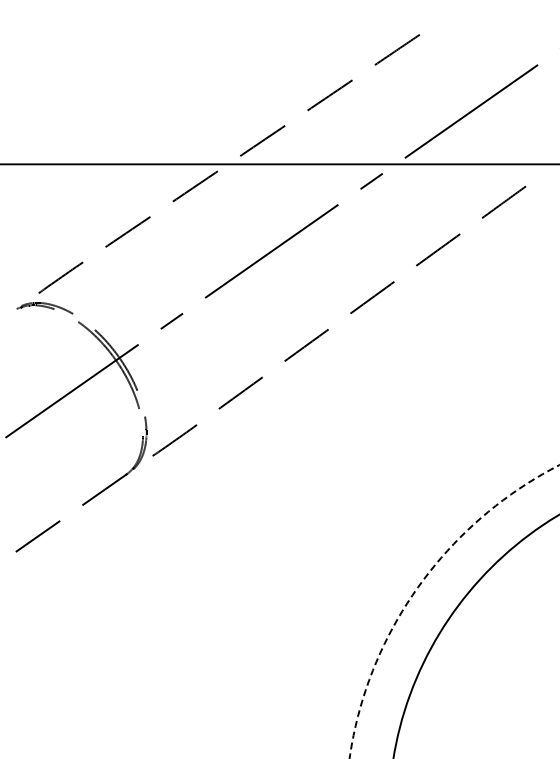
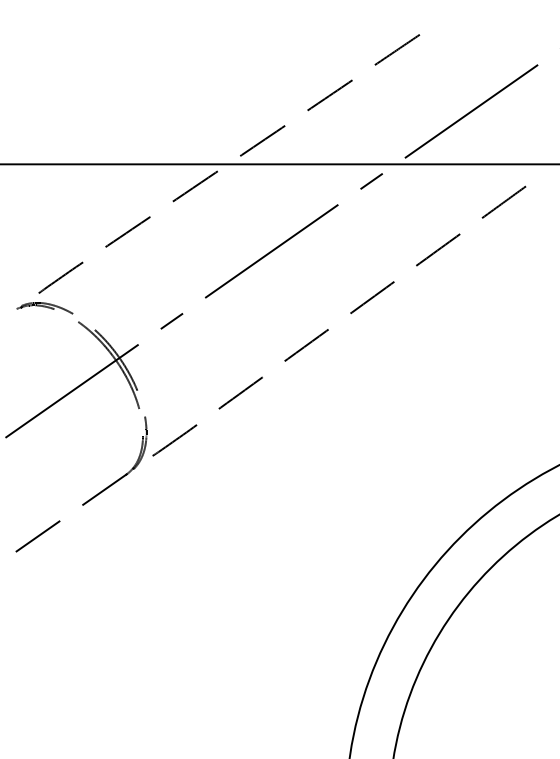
circle at (454, 611): dashed -> solid
